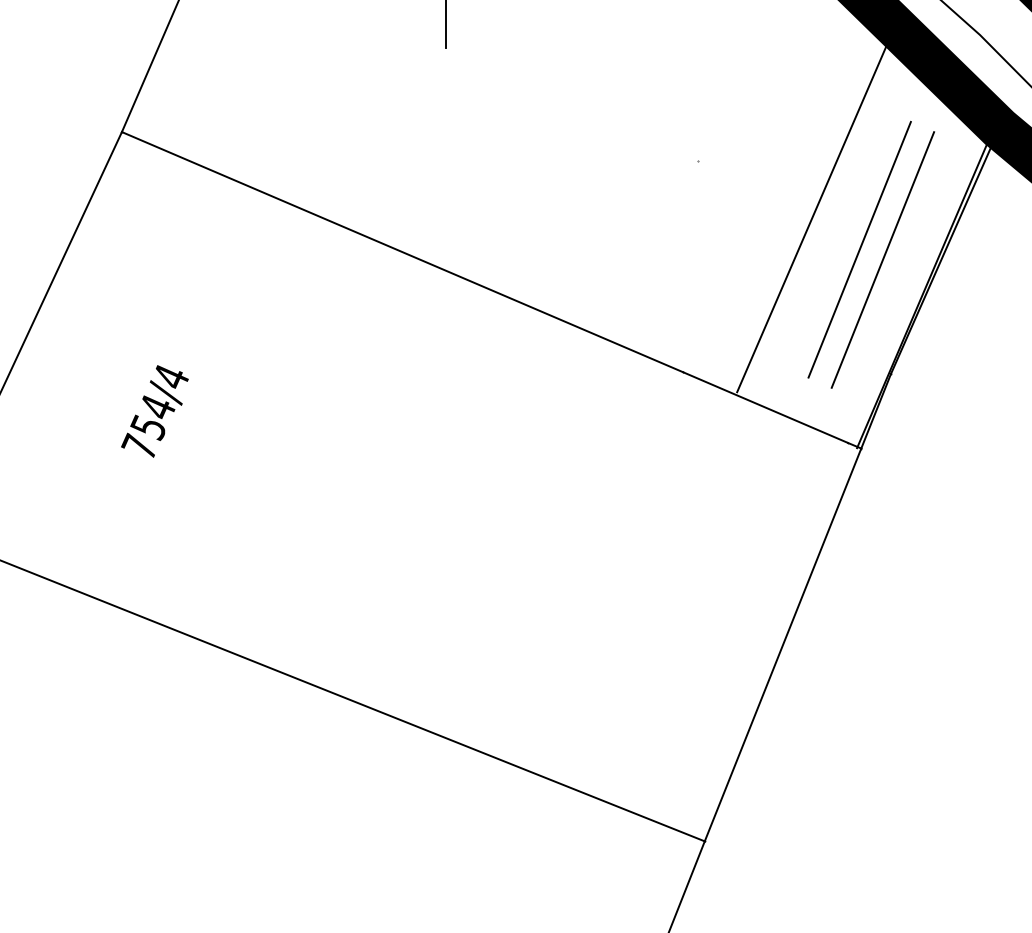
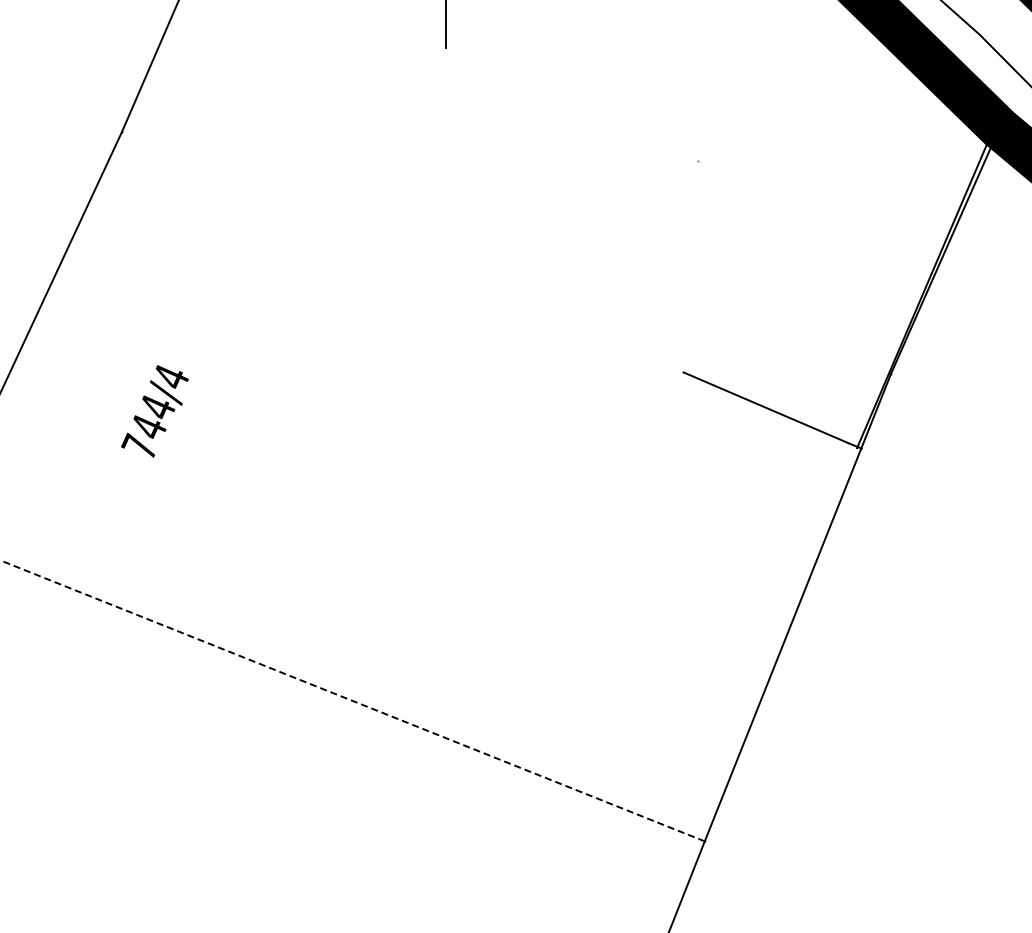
line at (813, 215): present -> none
hatch at (859, 249): present -> none
line at (402, 252): present -> none
hatch at (882, 259): present -> none
text at (148, 427): 754/4 -> 744/4
line at (352, 700): solid -> dashed
